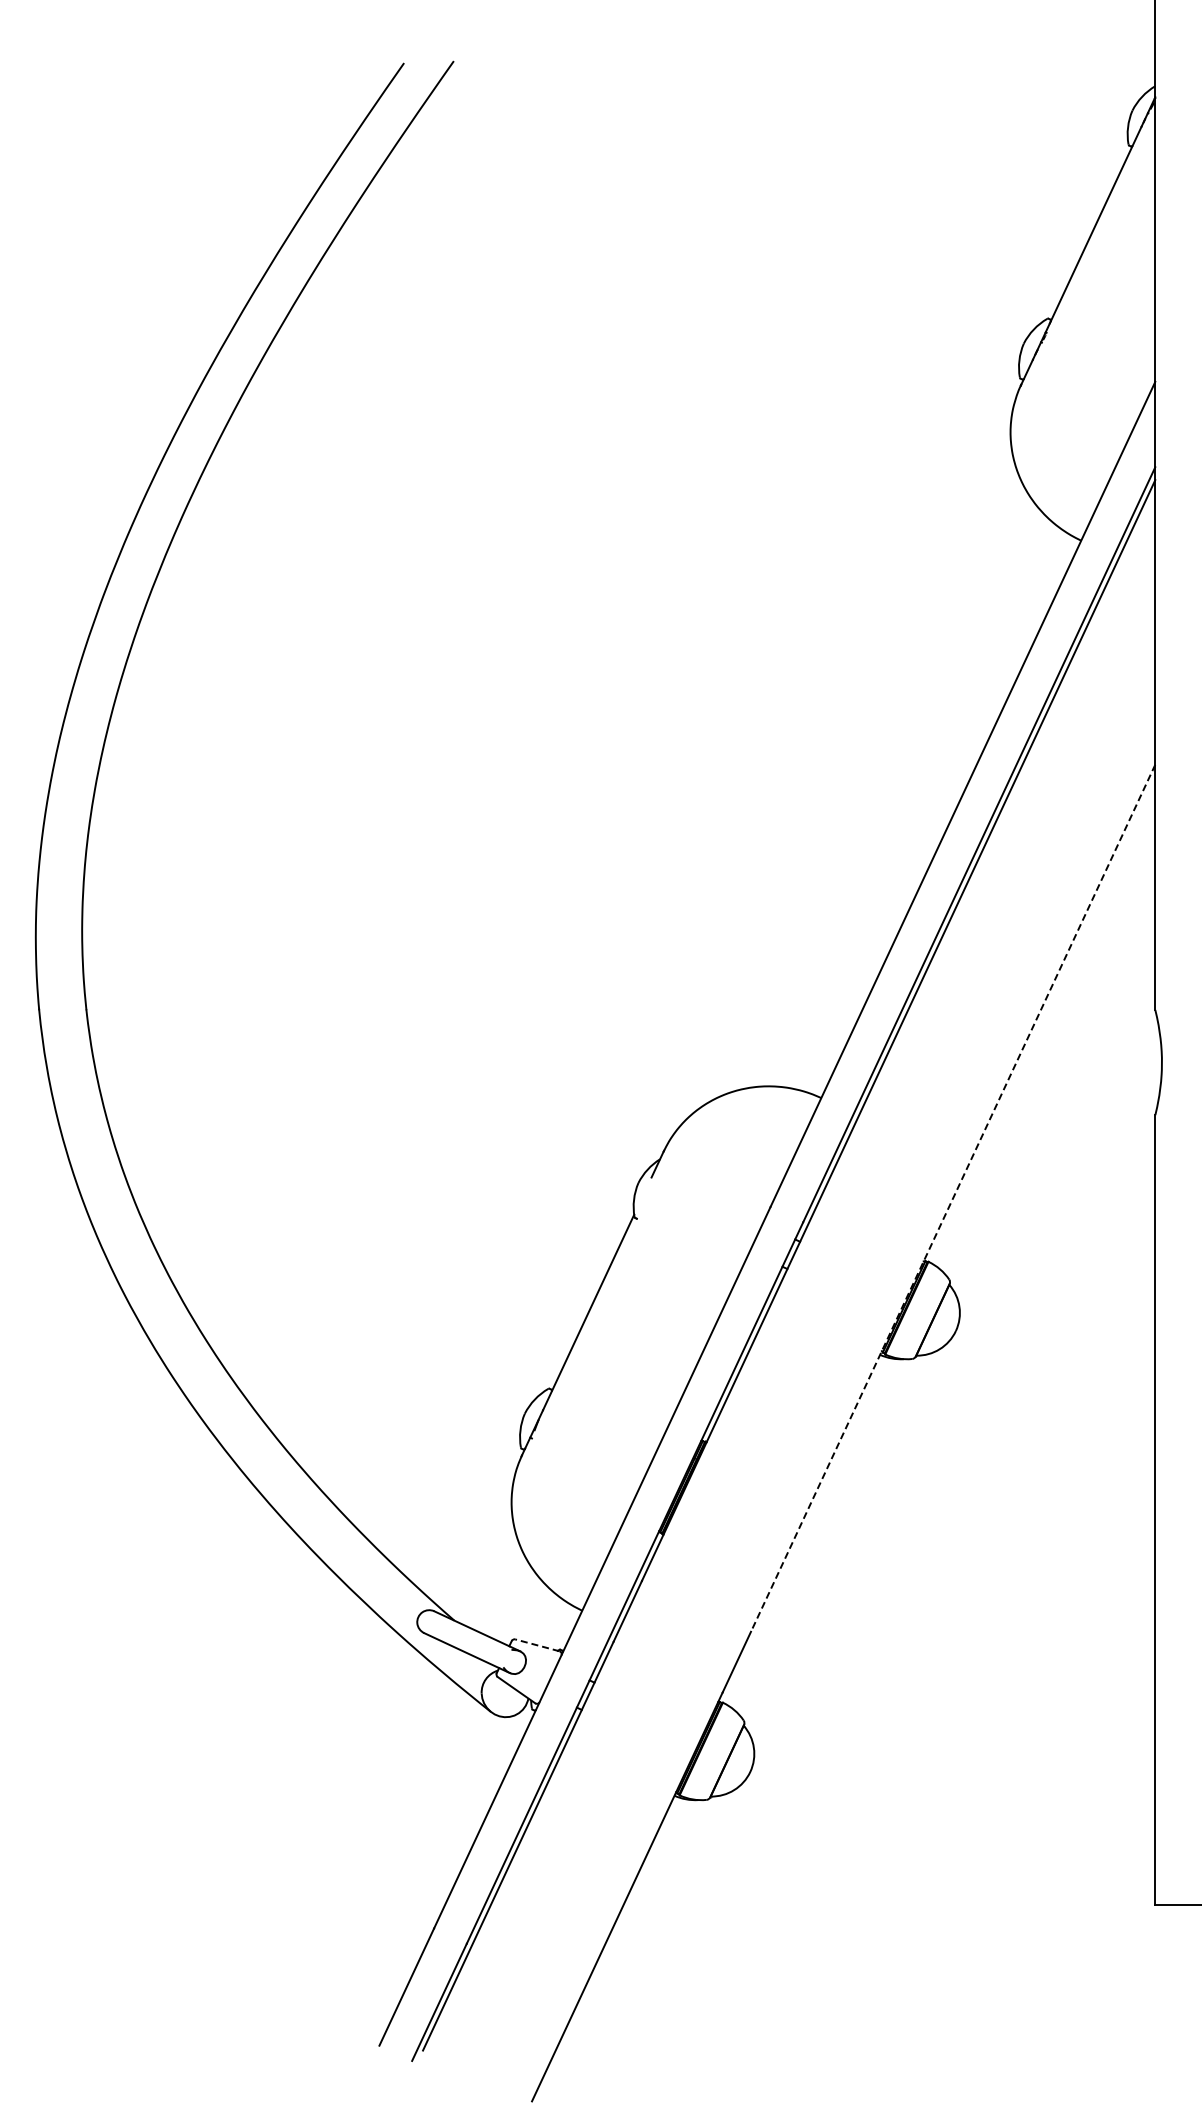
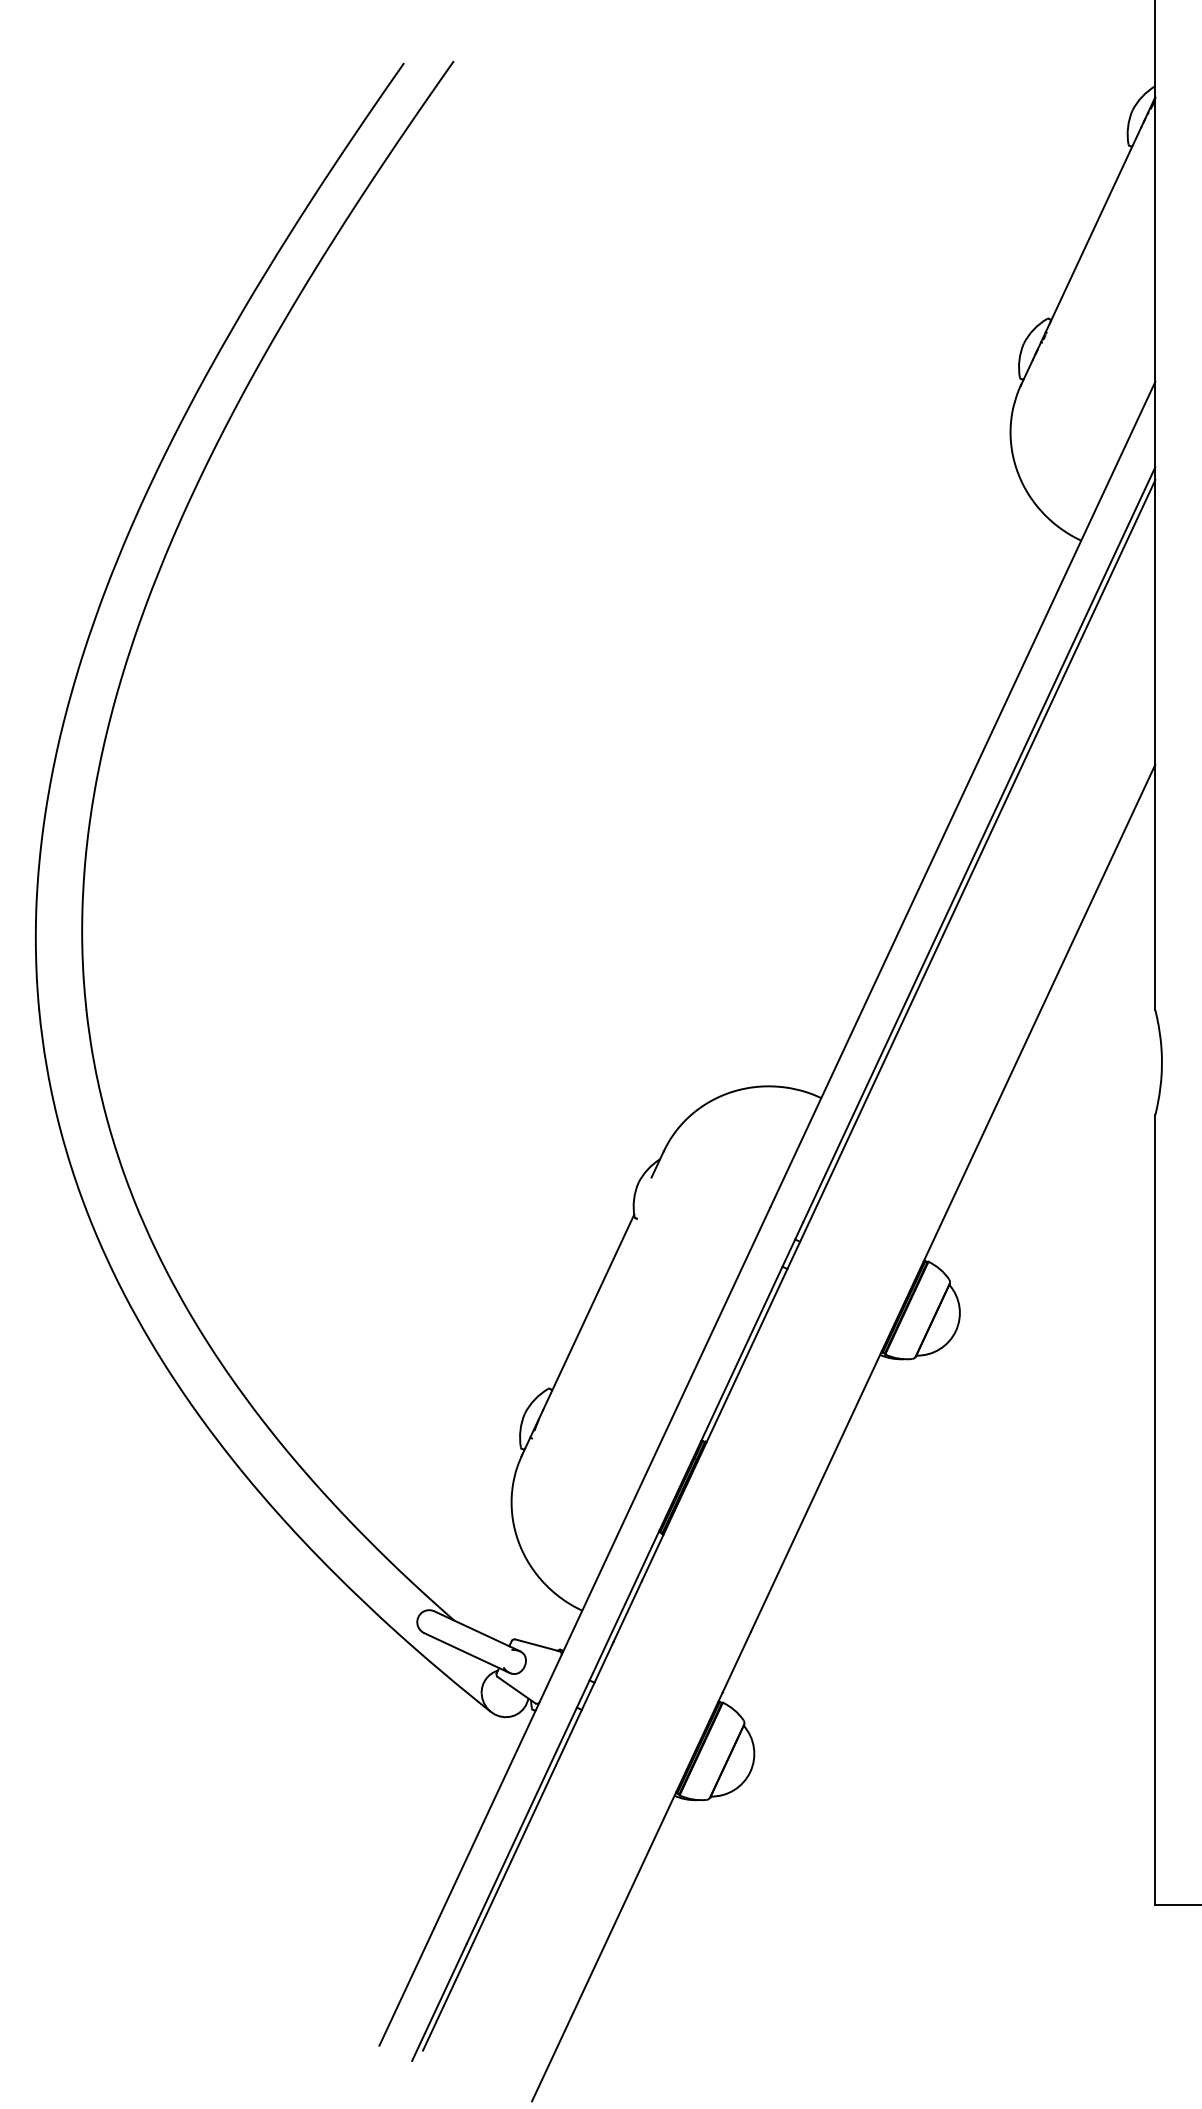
line at (952, 1198): dashed -> solid
line at (537, 1645): dashed -> solid
